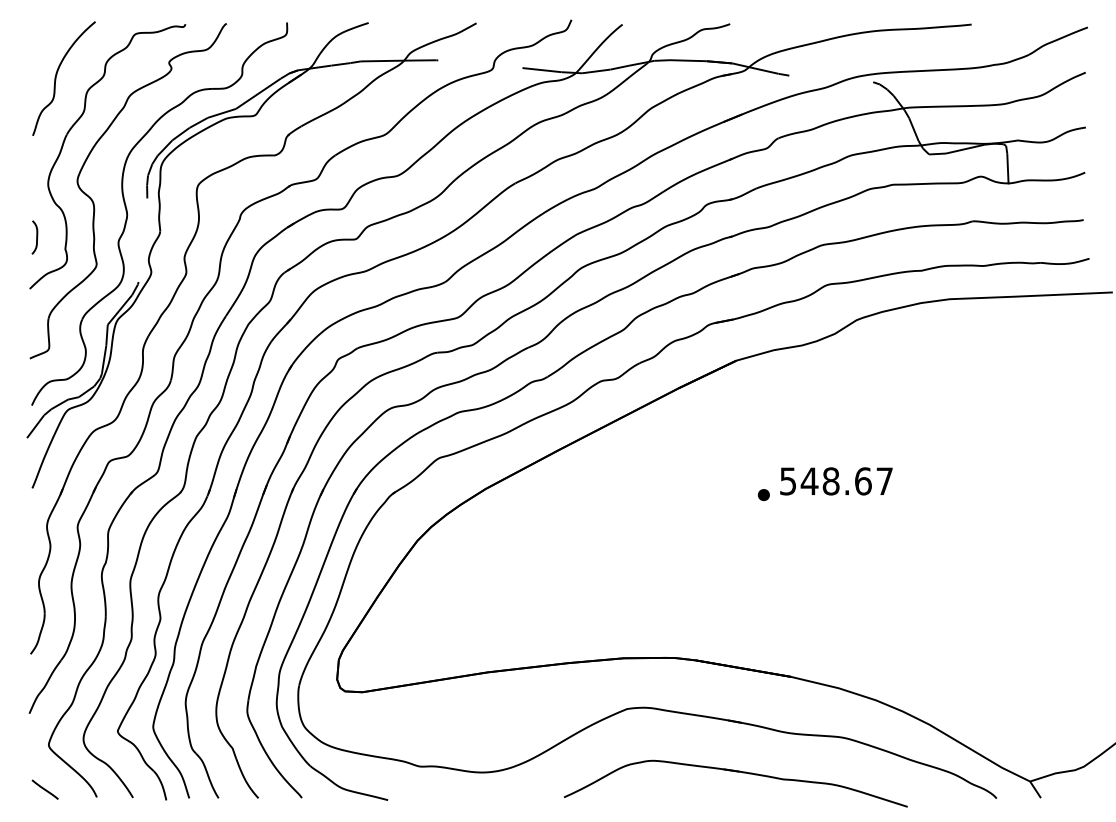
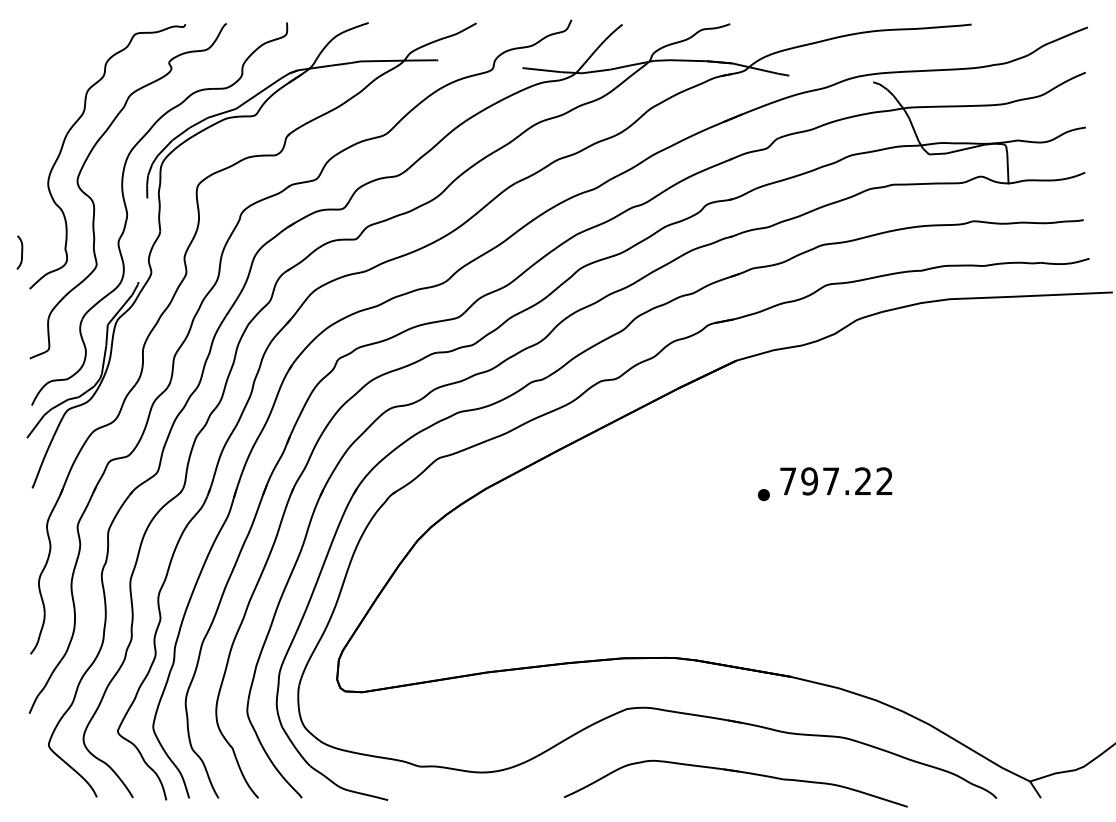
curve at (56, 78): present -> none
curve at (36, 237) position: (36, 237) -> (21, 252)
text at (836, 481): 548.67 -> 797.22
line at (44, 789): present -> none
